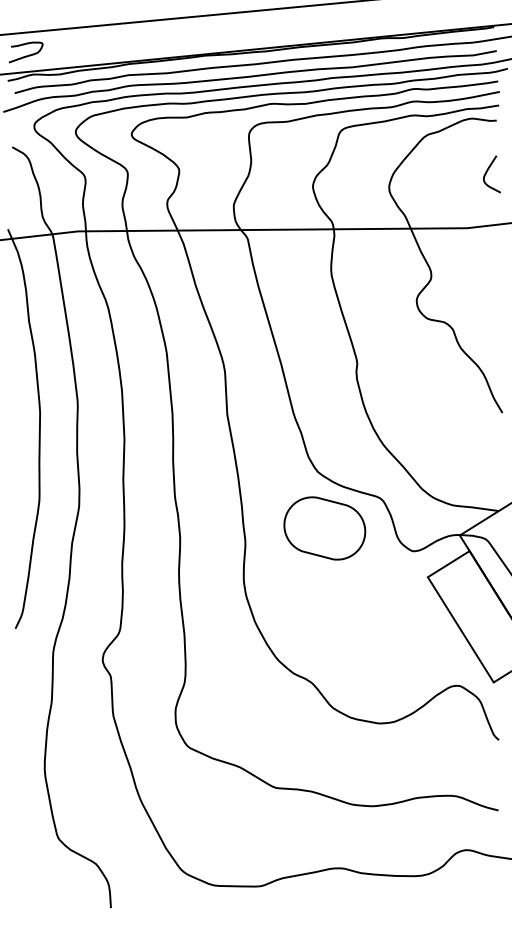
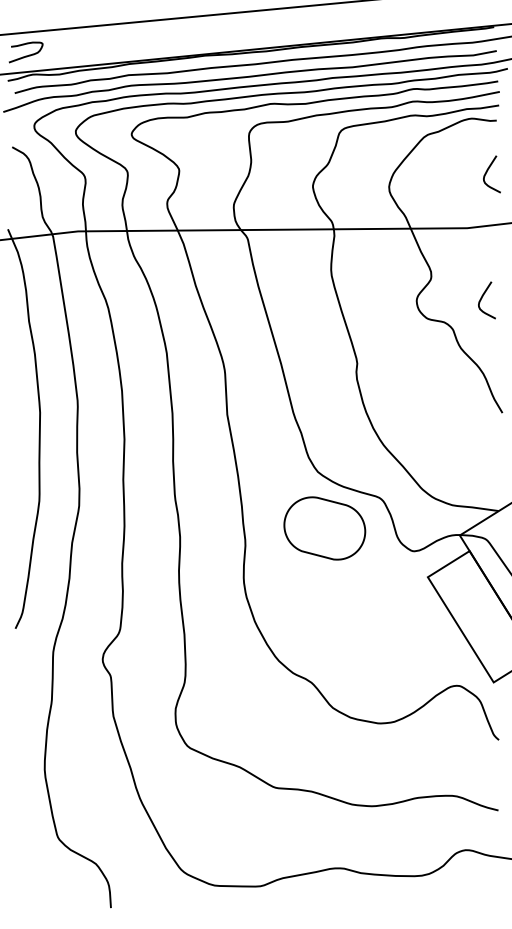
curve at (482, 298): none -> present
